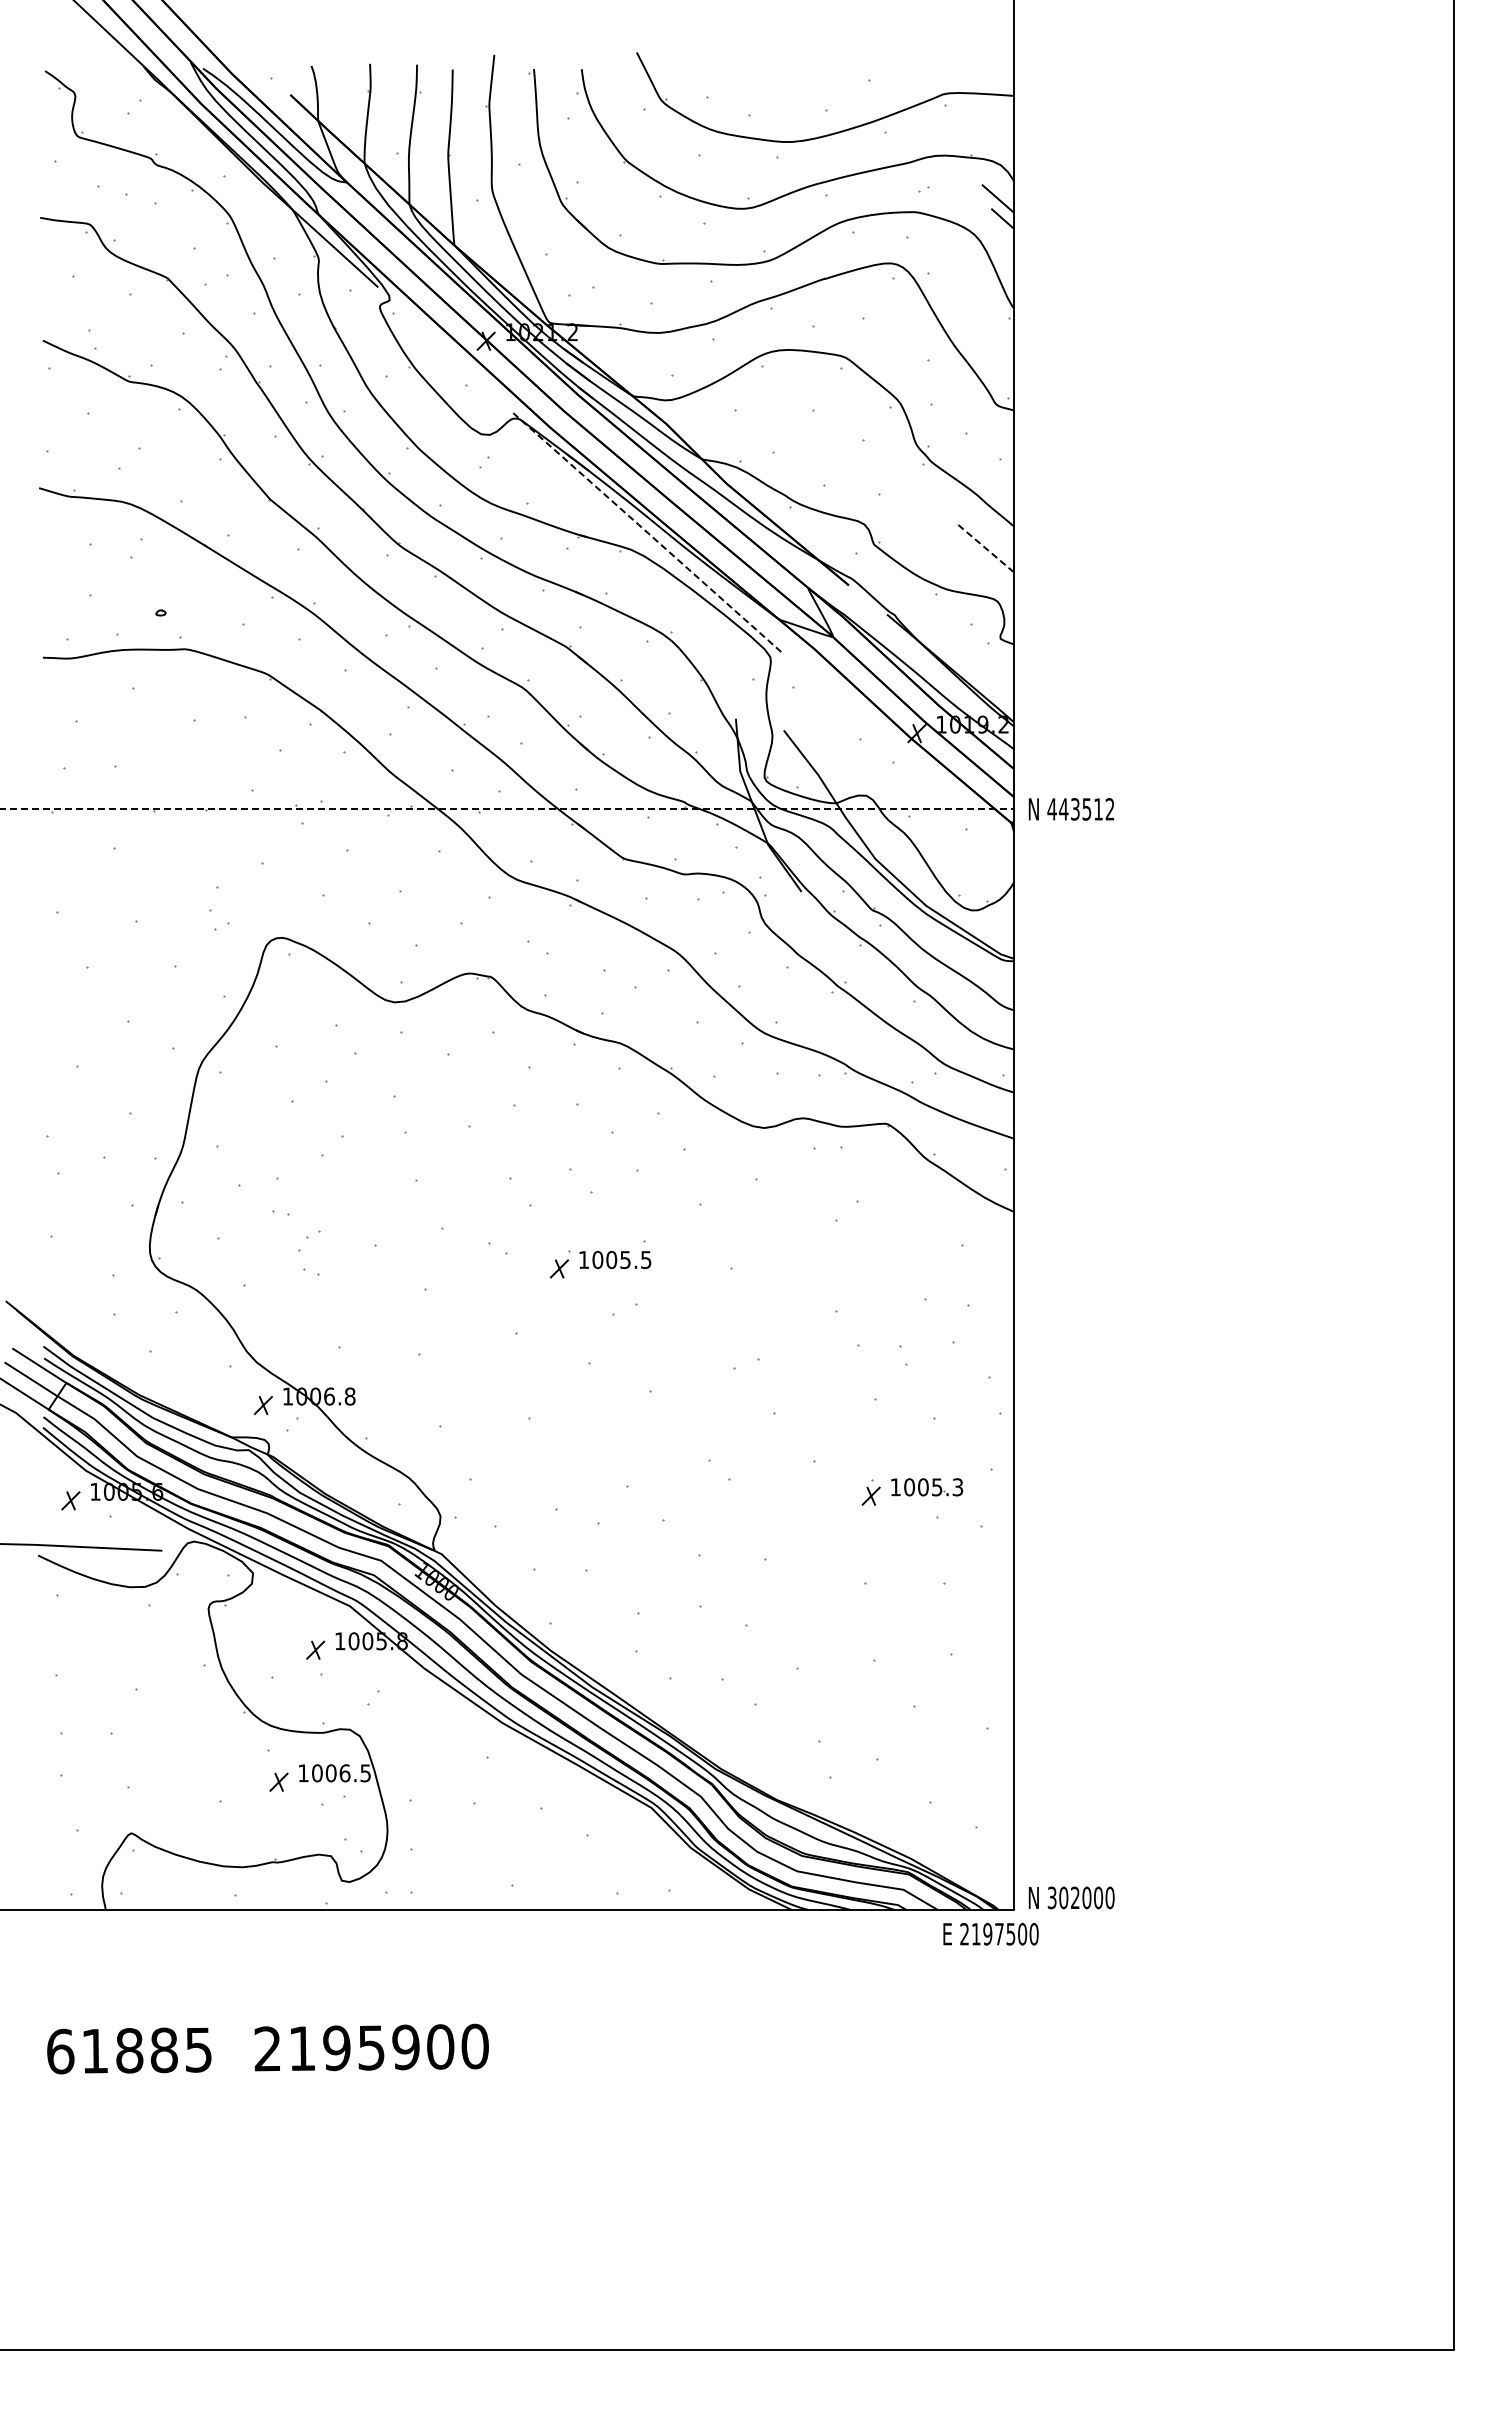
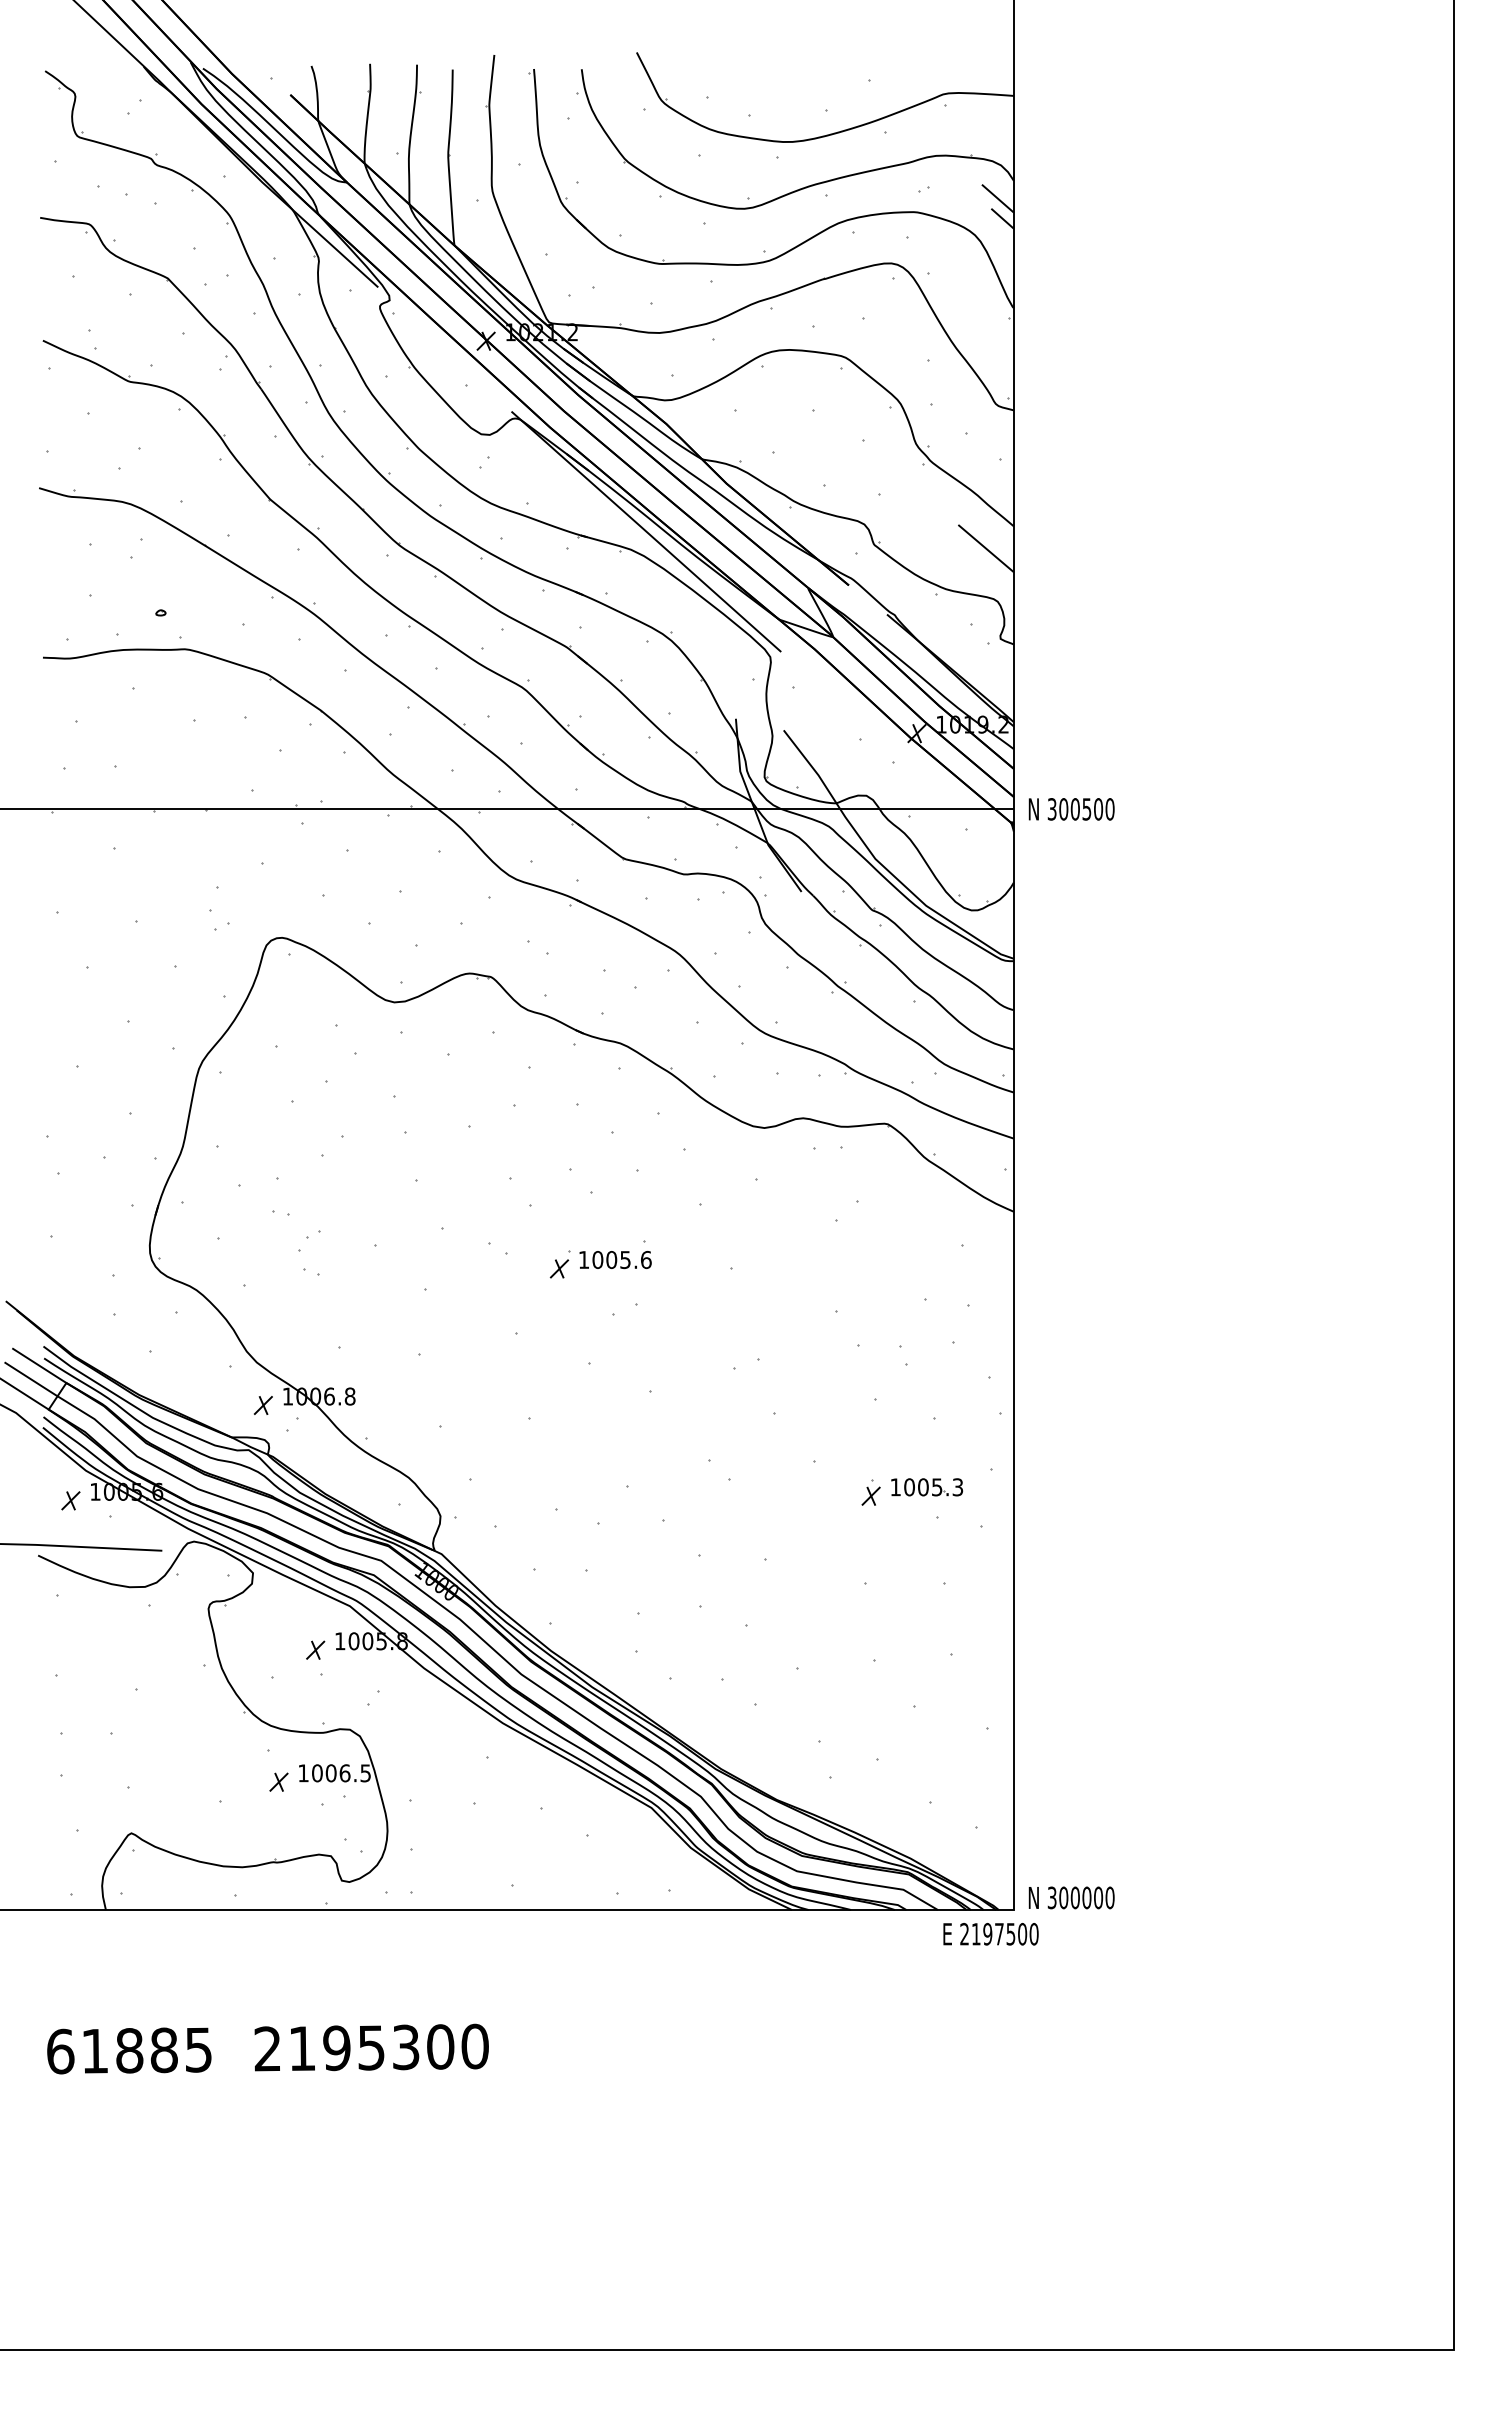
line at (645, 531): dashed -> solid
line at (986, 548): dashed -> solid
line at (507, 809): dashed -> solid
text at (1080, 809): 443512 -> 300500
text at (646, 1259): 1005.5 -> 1005.6
text at (1074, 1897): 302000 -> 300000
text at (405, 2047): 2195900 -> 2195300
